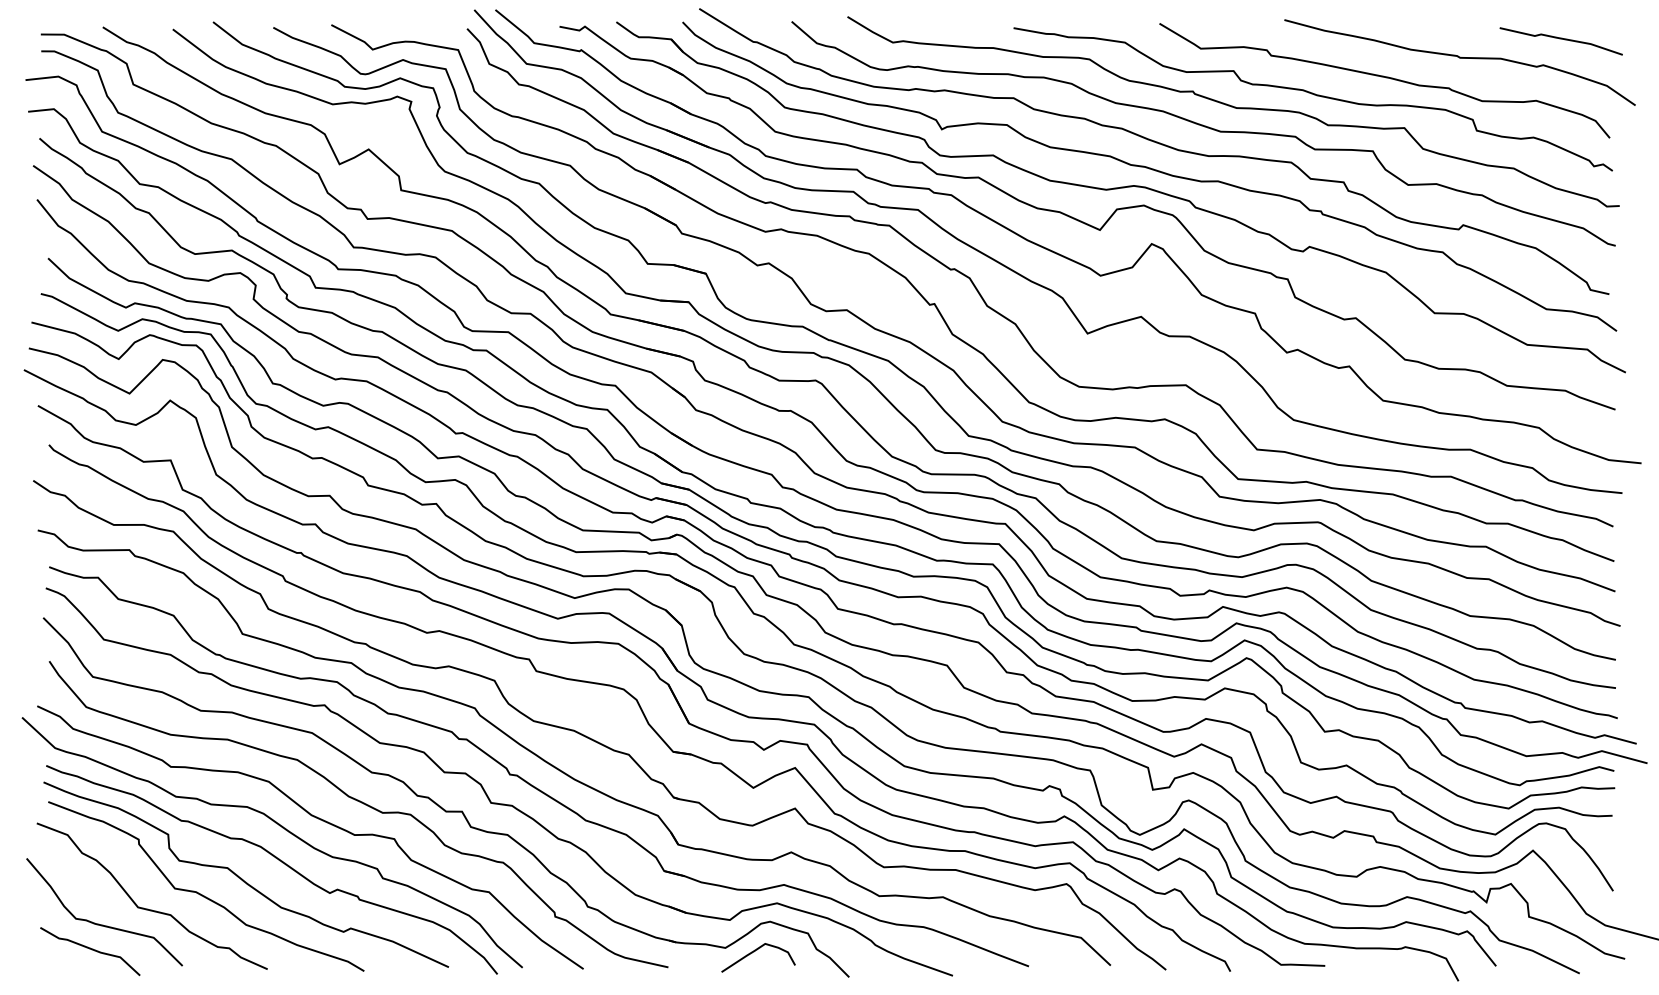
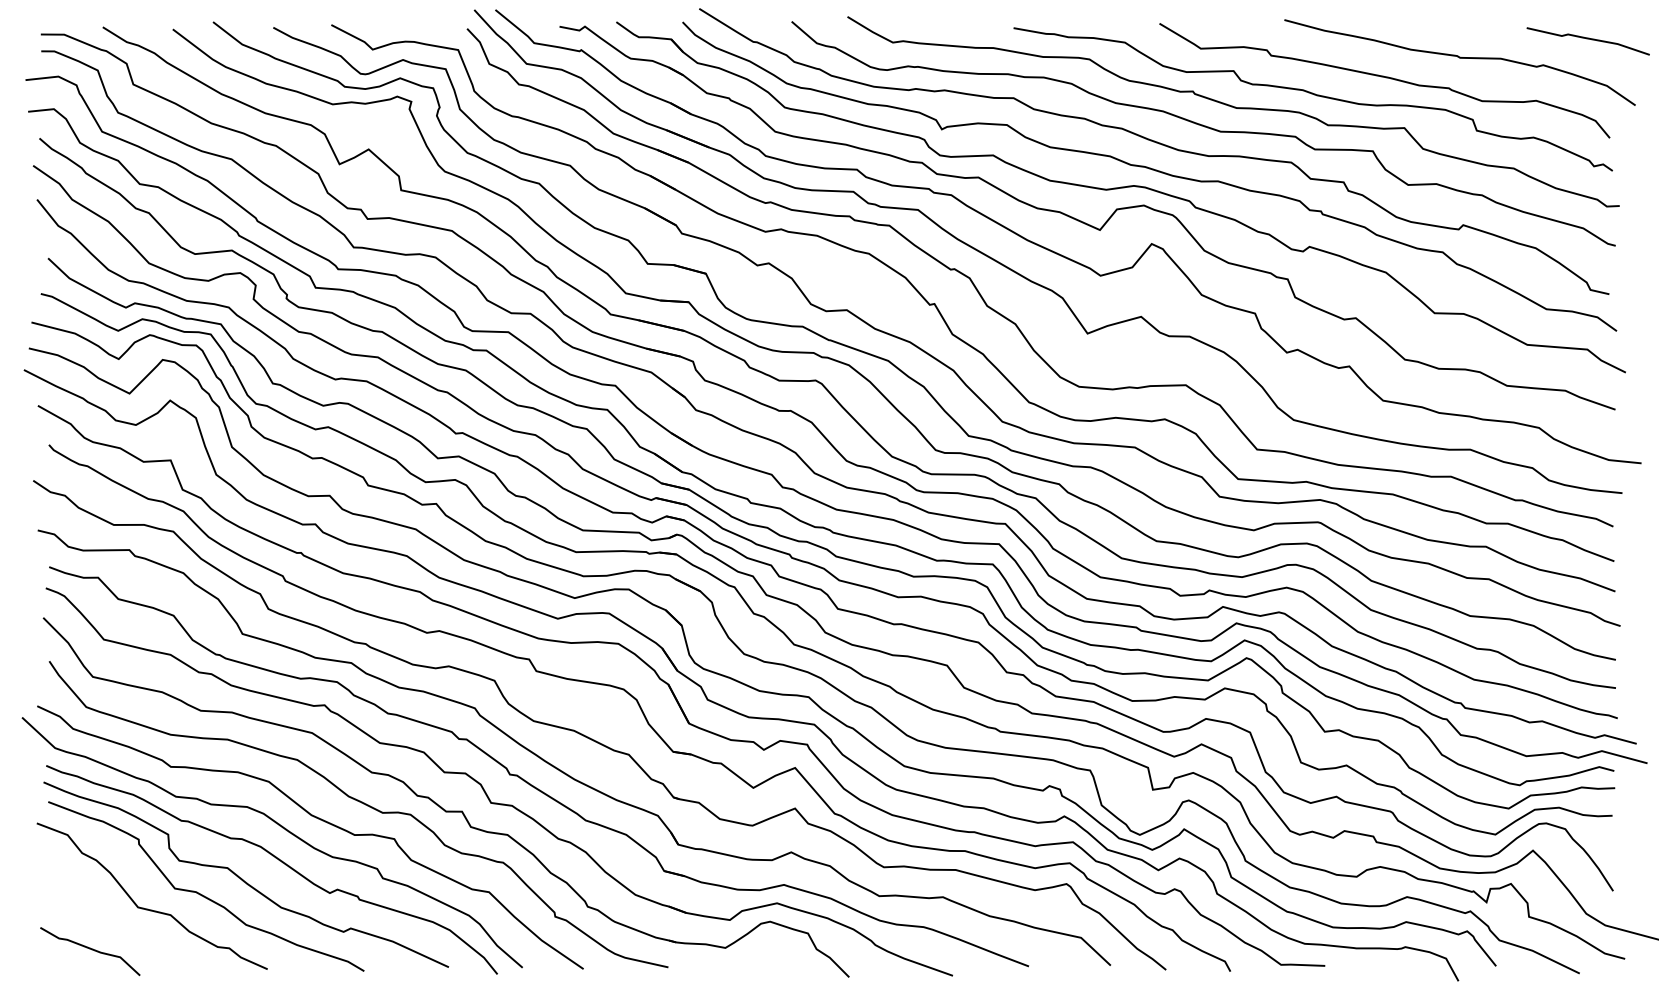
curve at (1560, 39) position: (1560, 39) -> (1587, 39)
curve at (103, 924): present -> none
curve at (754, 952): present -> none
